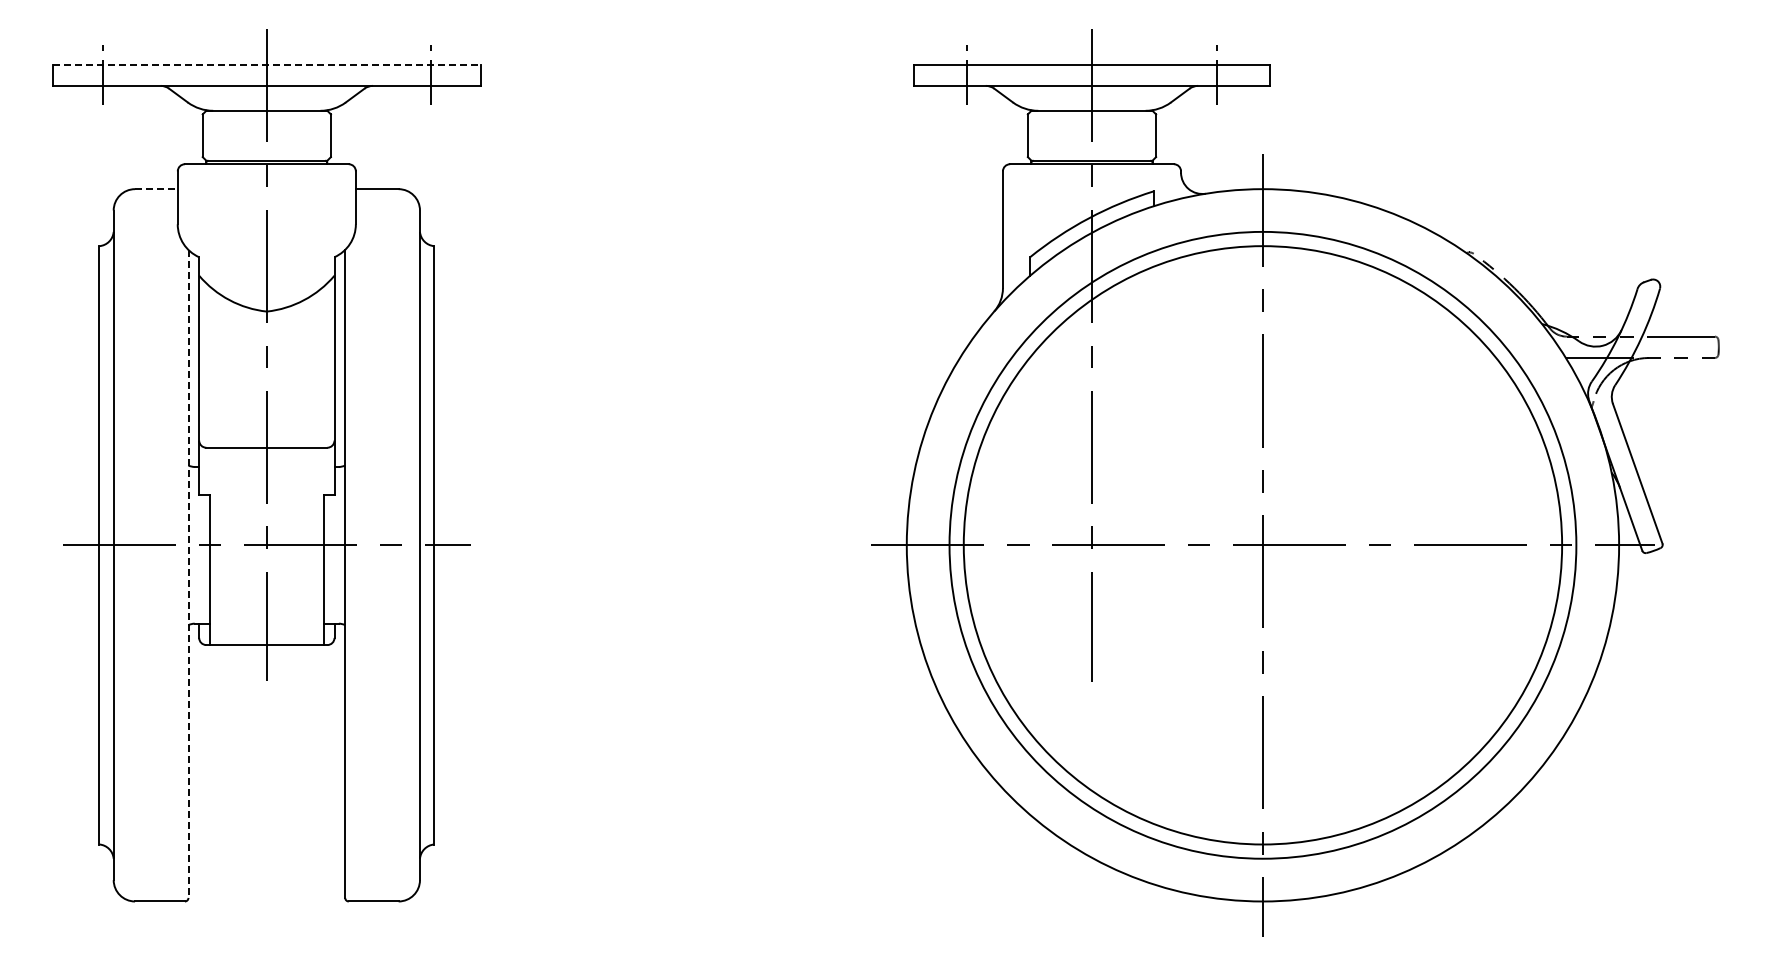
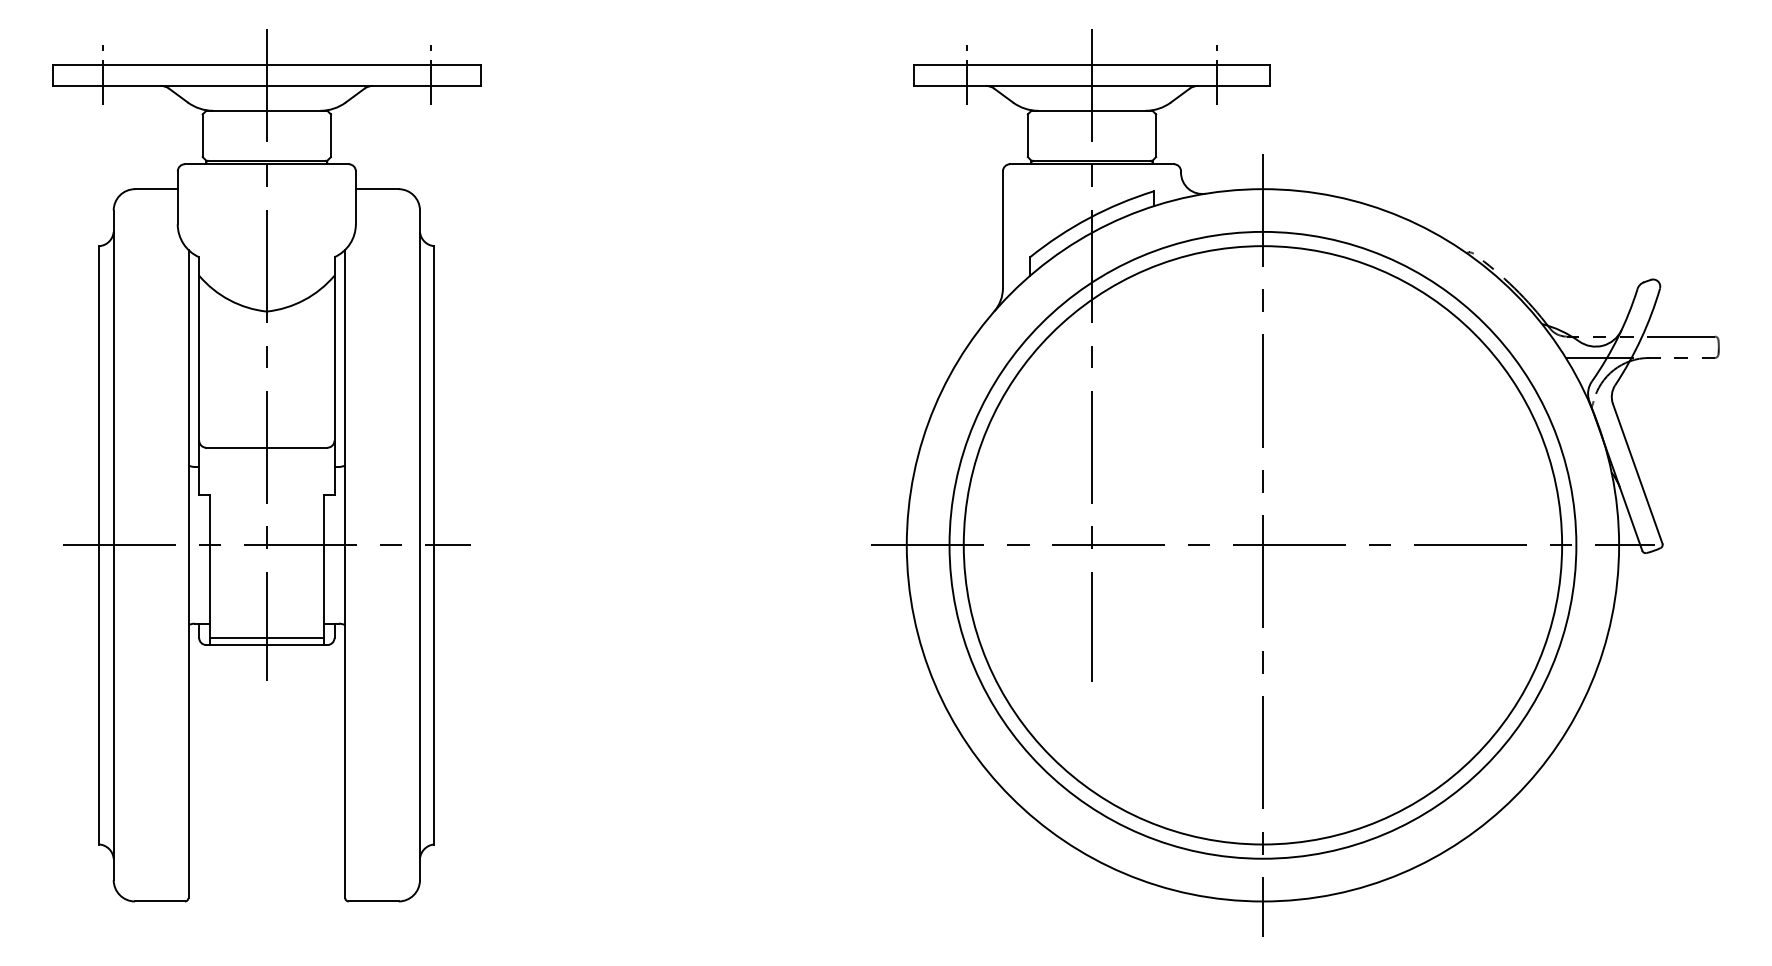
line at (266, 64): dashed -> solid
line at (156, 189): dashed -> solid
line at (188, 574): dashed -> solid
line at (266, 637): none -> present
